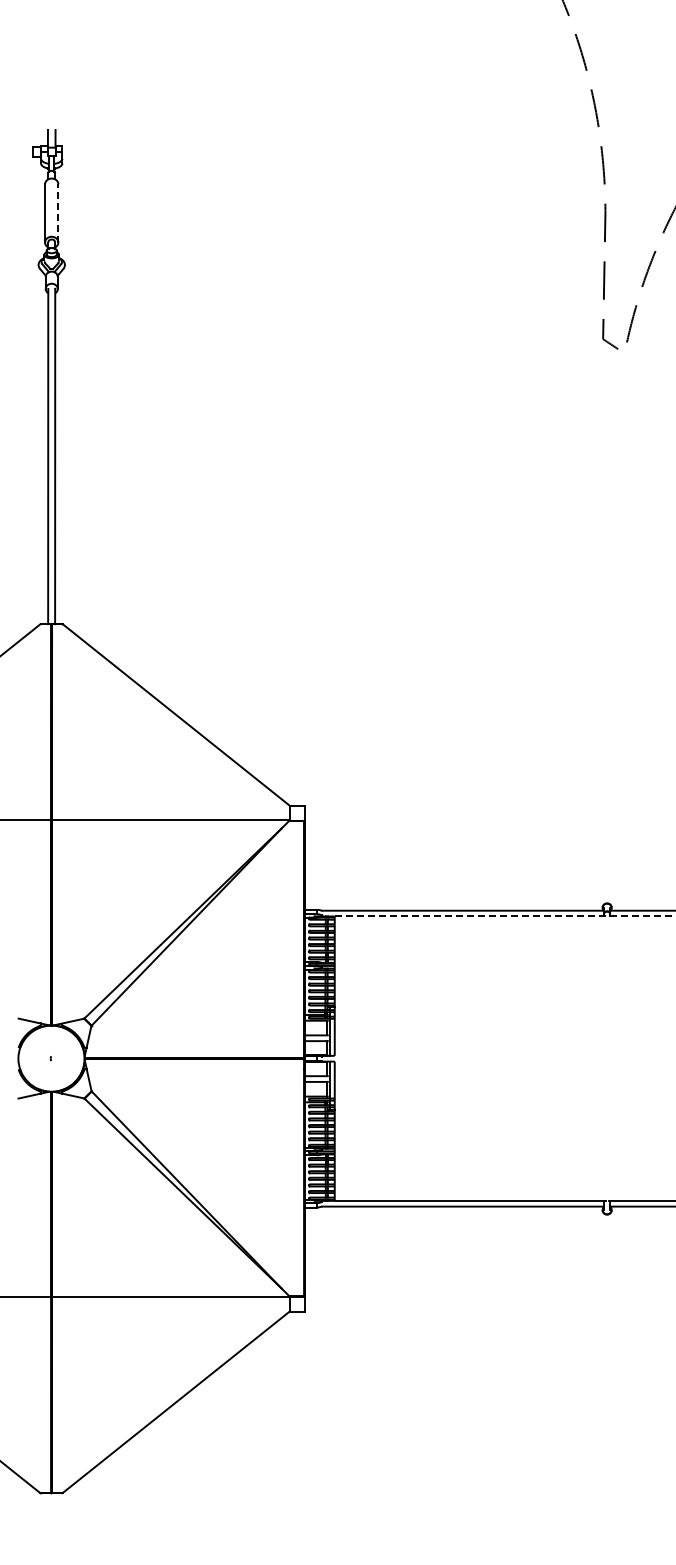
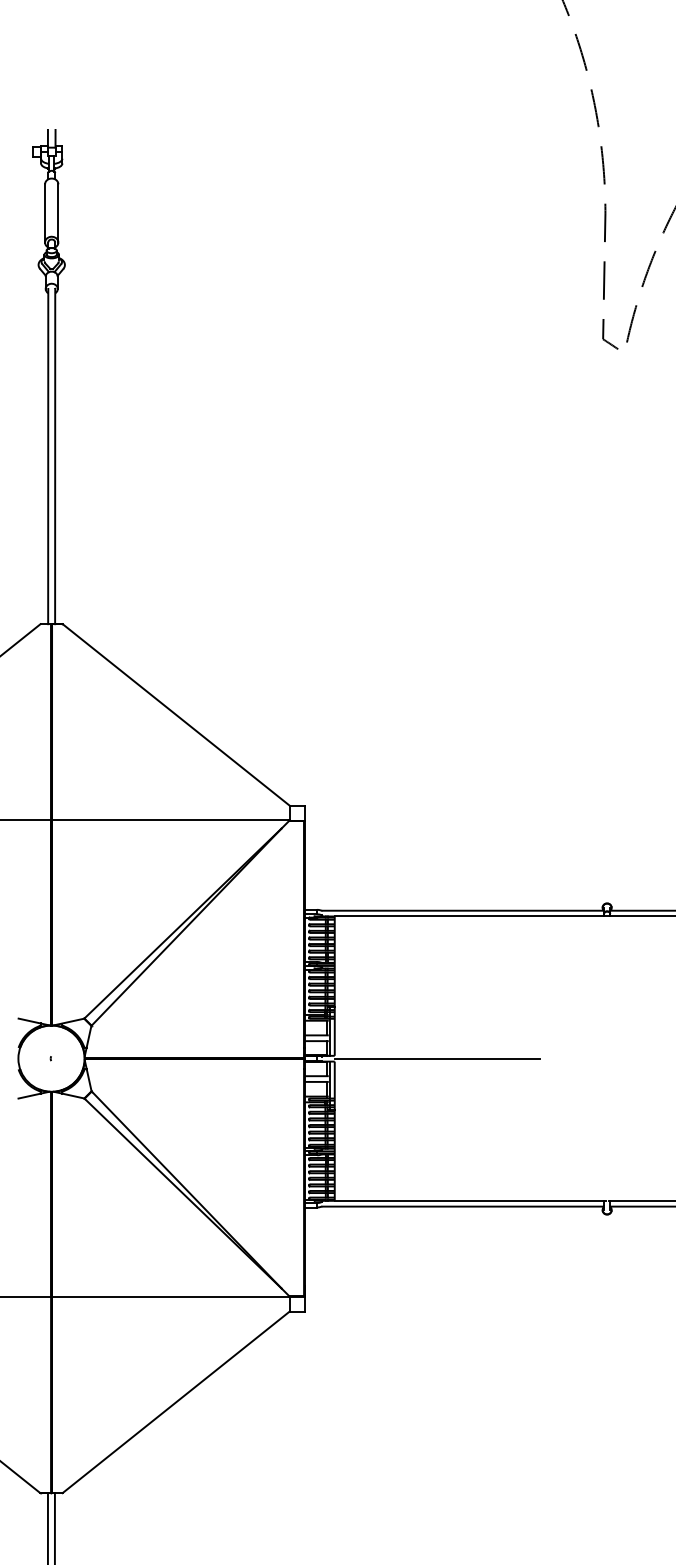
line at (58, 212): dashed -> solid
line at (505, 916): dashed -> solid
line at (436, 1058): none -> present
line at (47, 1527): none -> present
line at (54, 1527): none -> present
